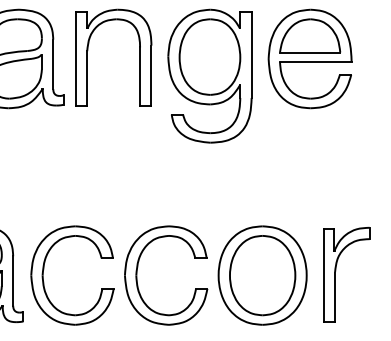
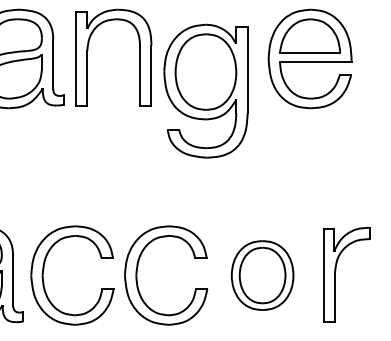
part at (209, 75) position: (209, 75) -> (205, 90)
part at (262, 275) size: 91x101 px -> 65x71 px
